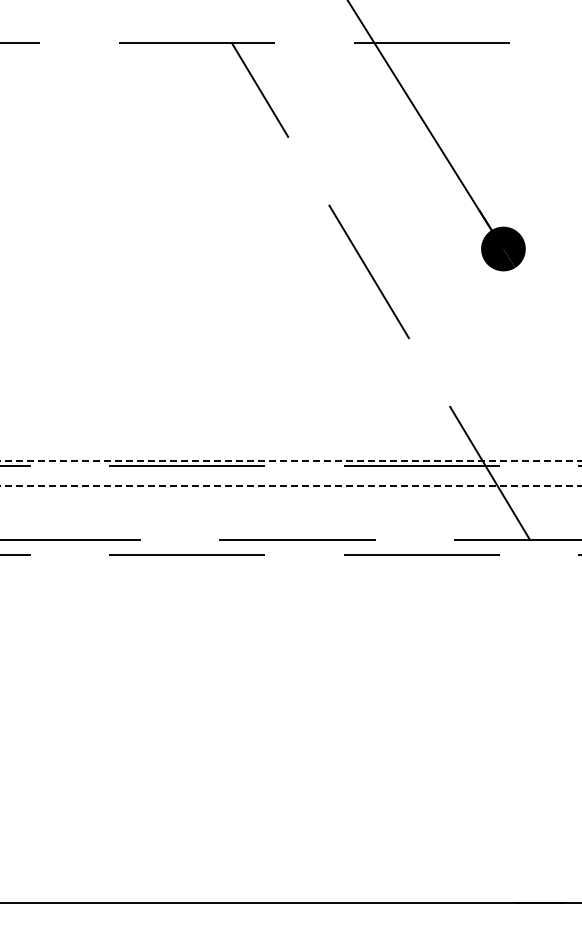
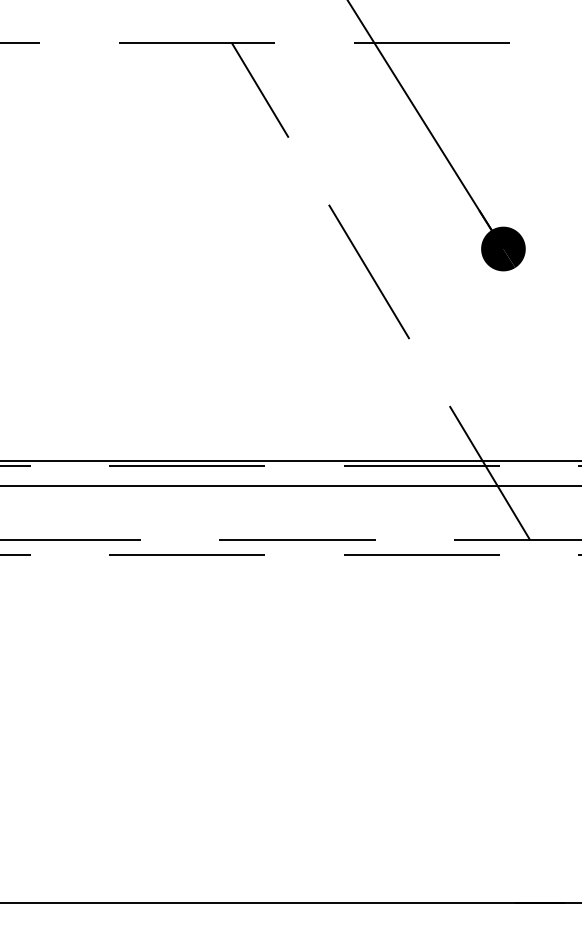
line at (291, 460): dashed -> solid
line at (291, 485): dashed -> solid
